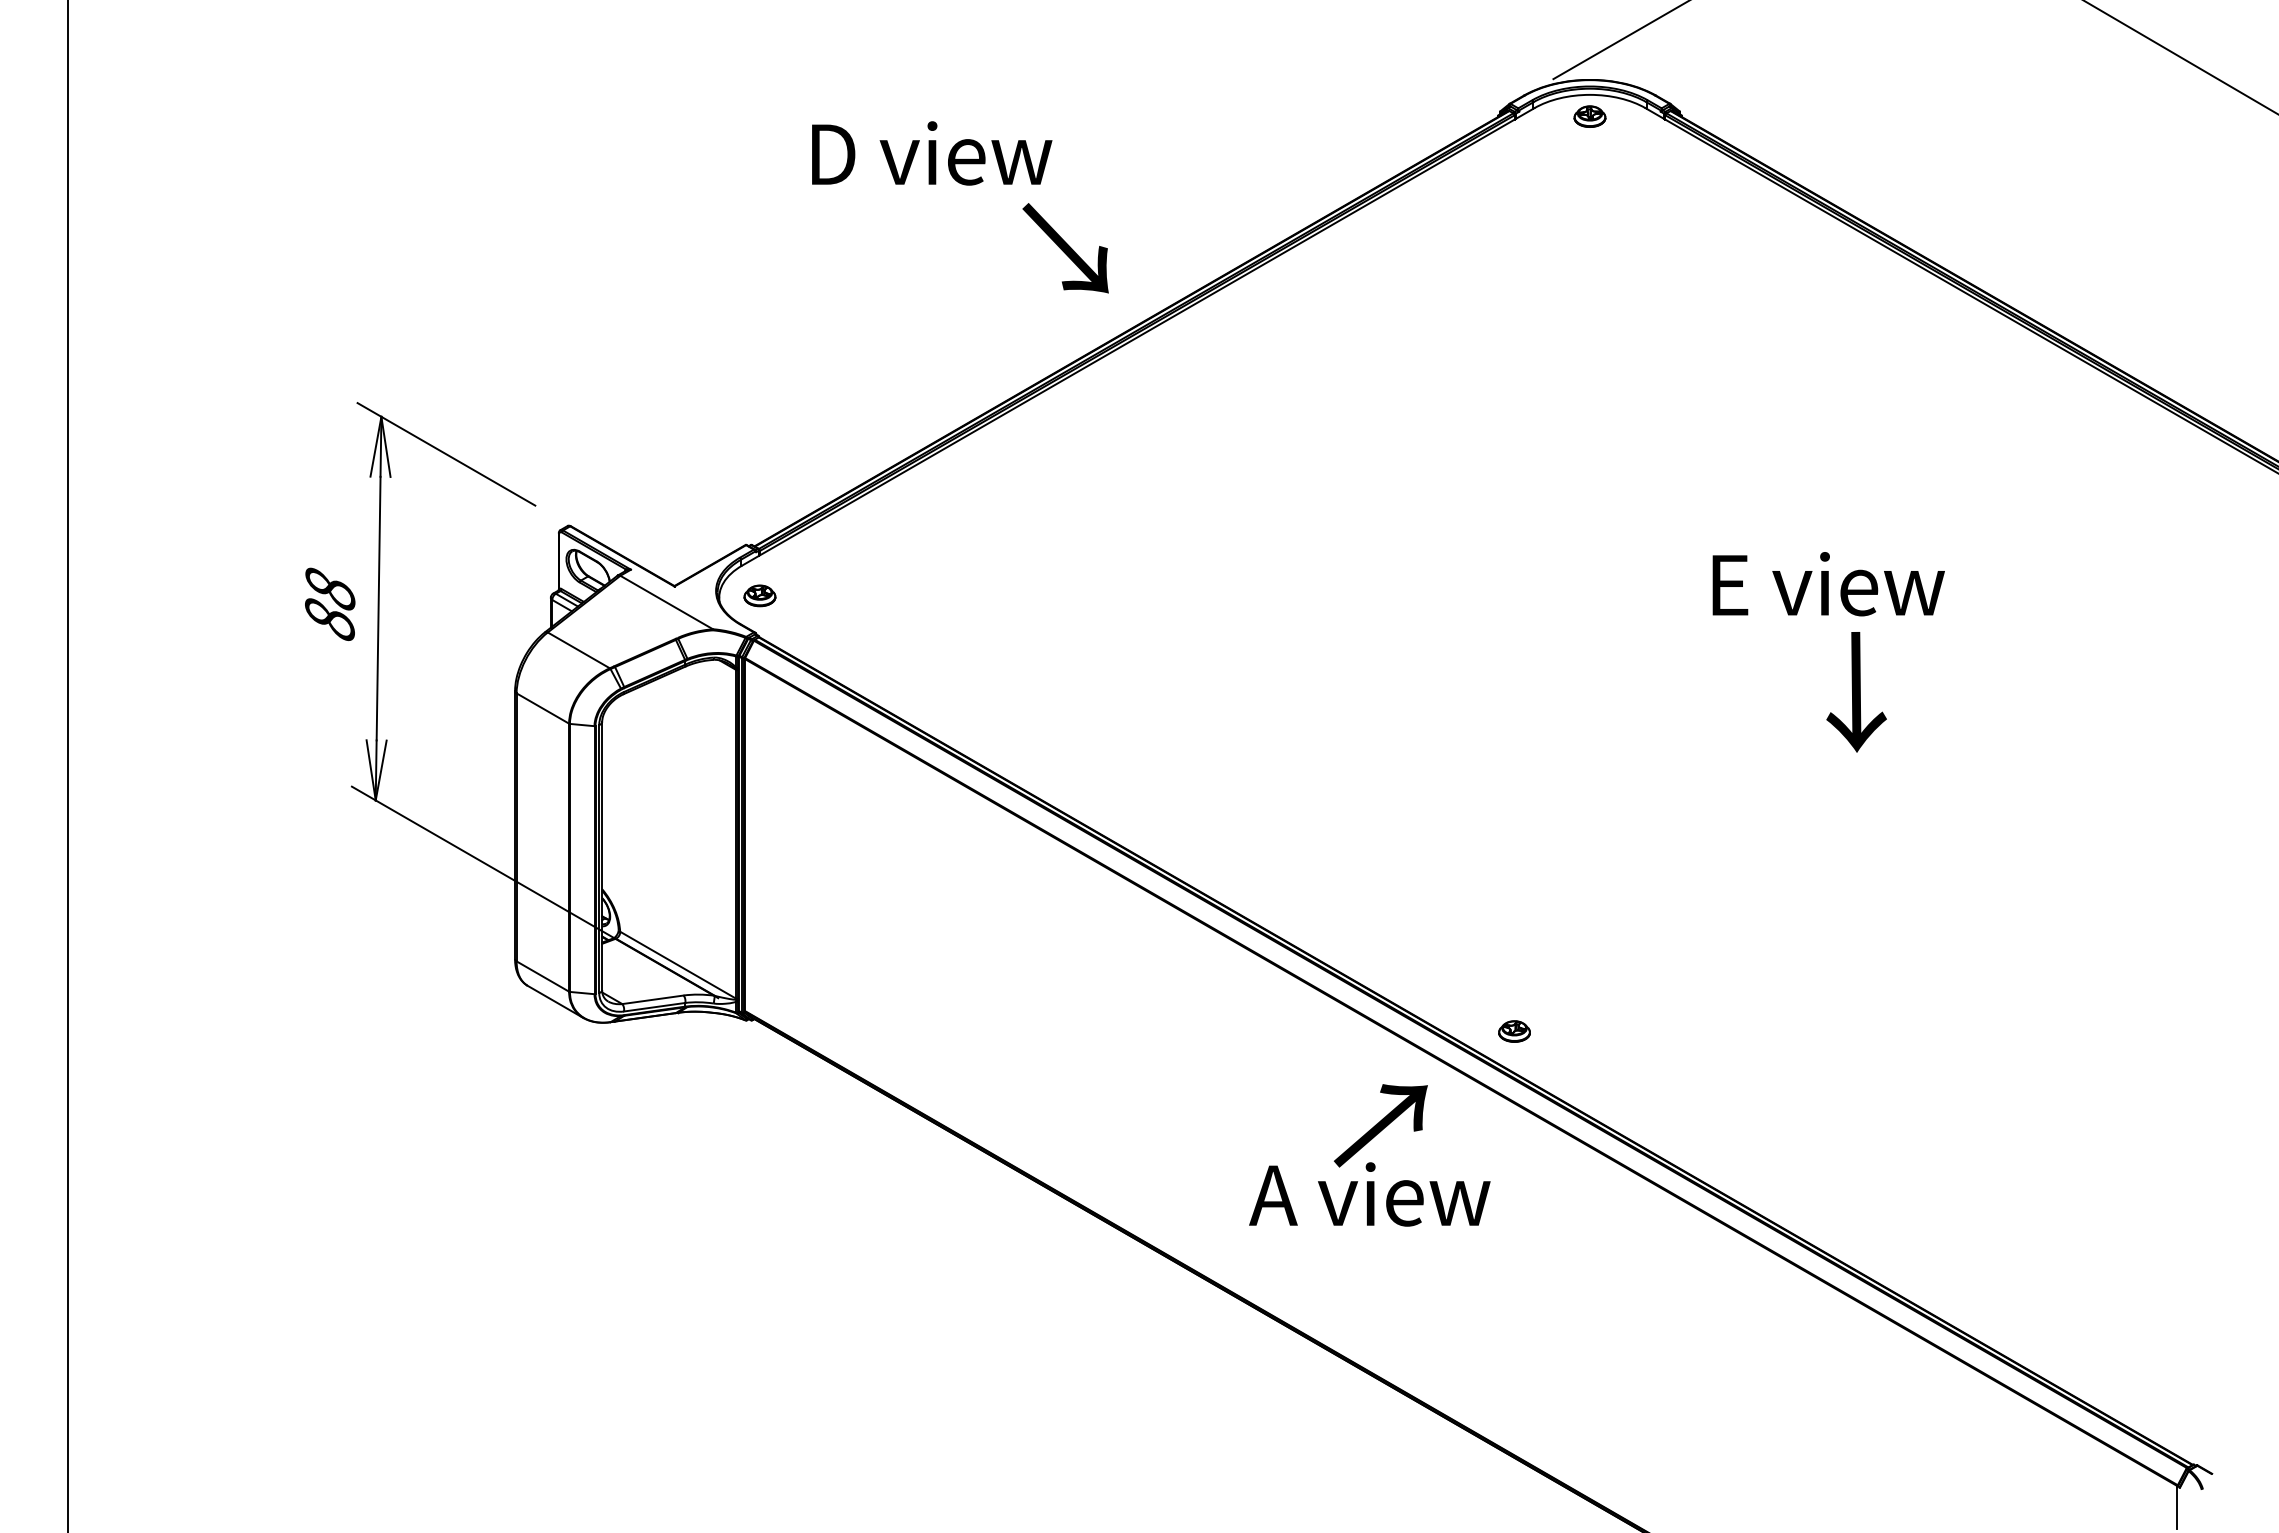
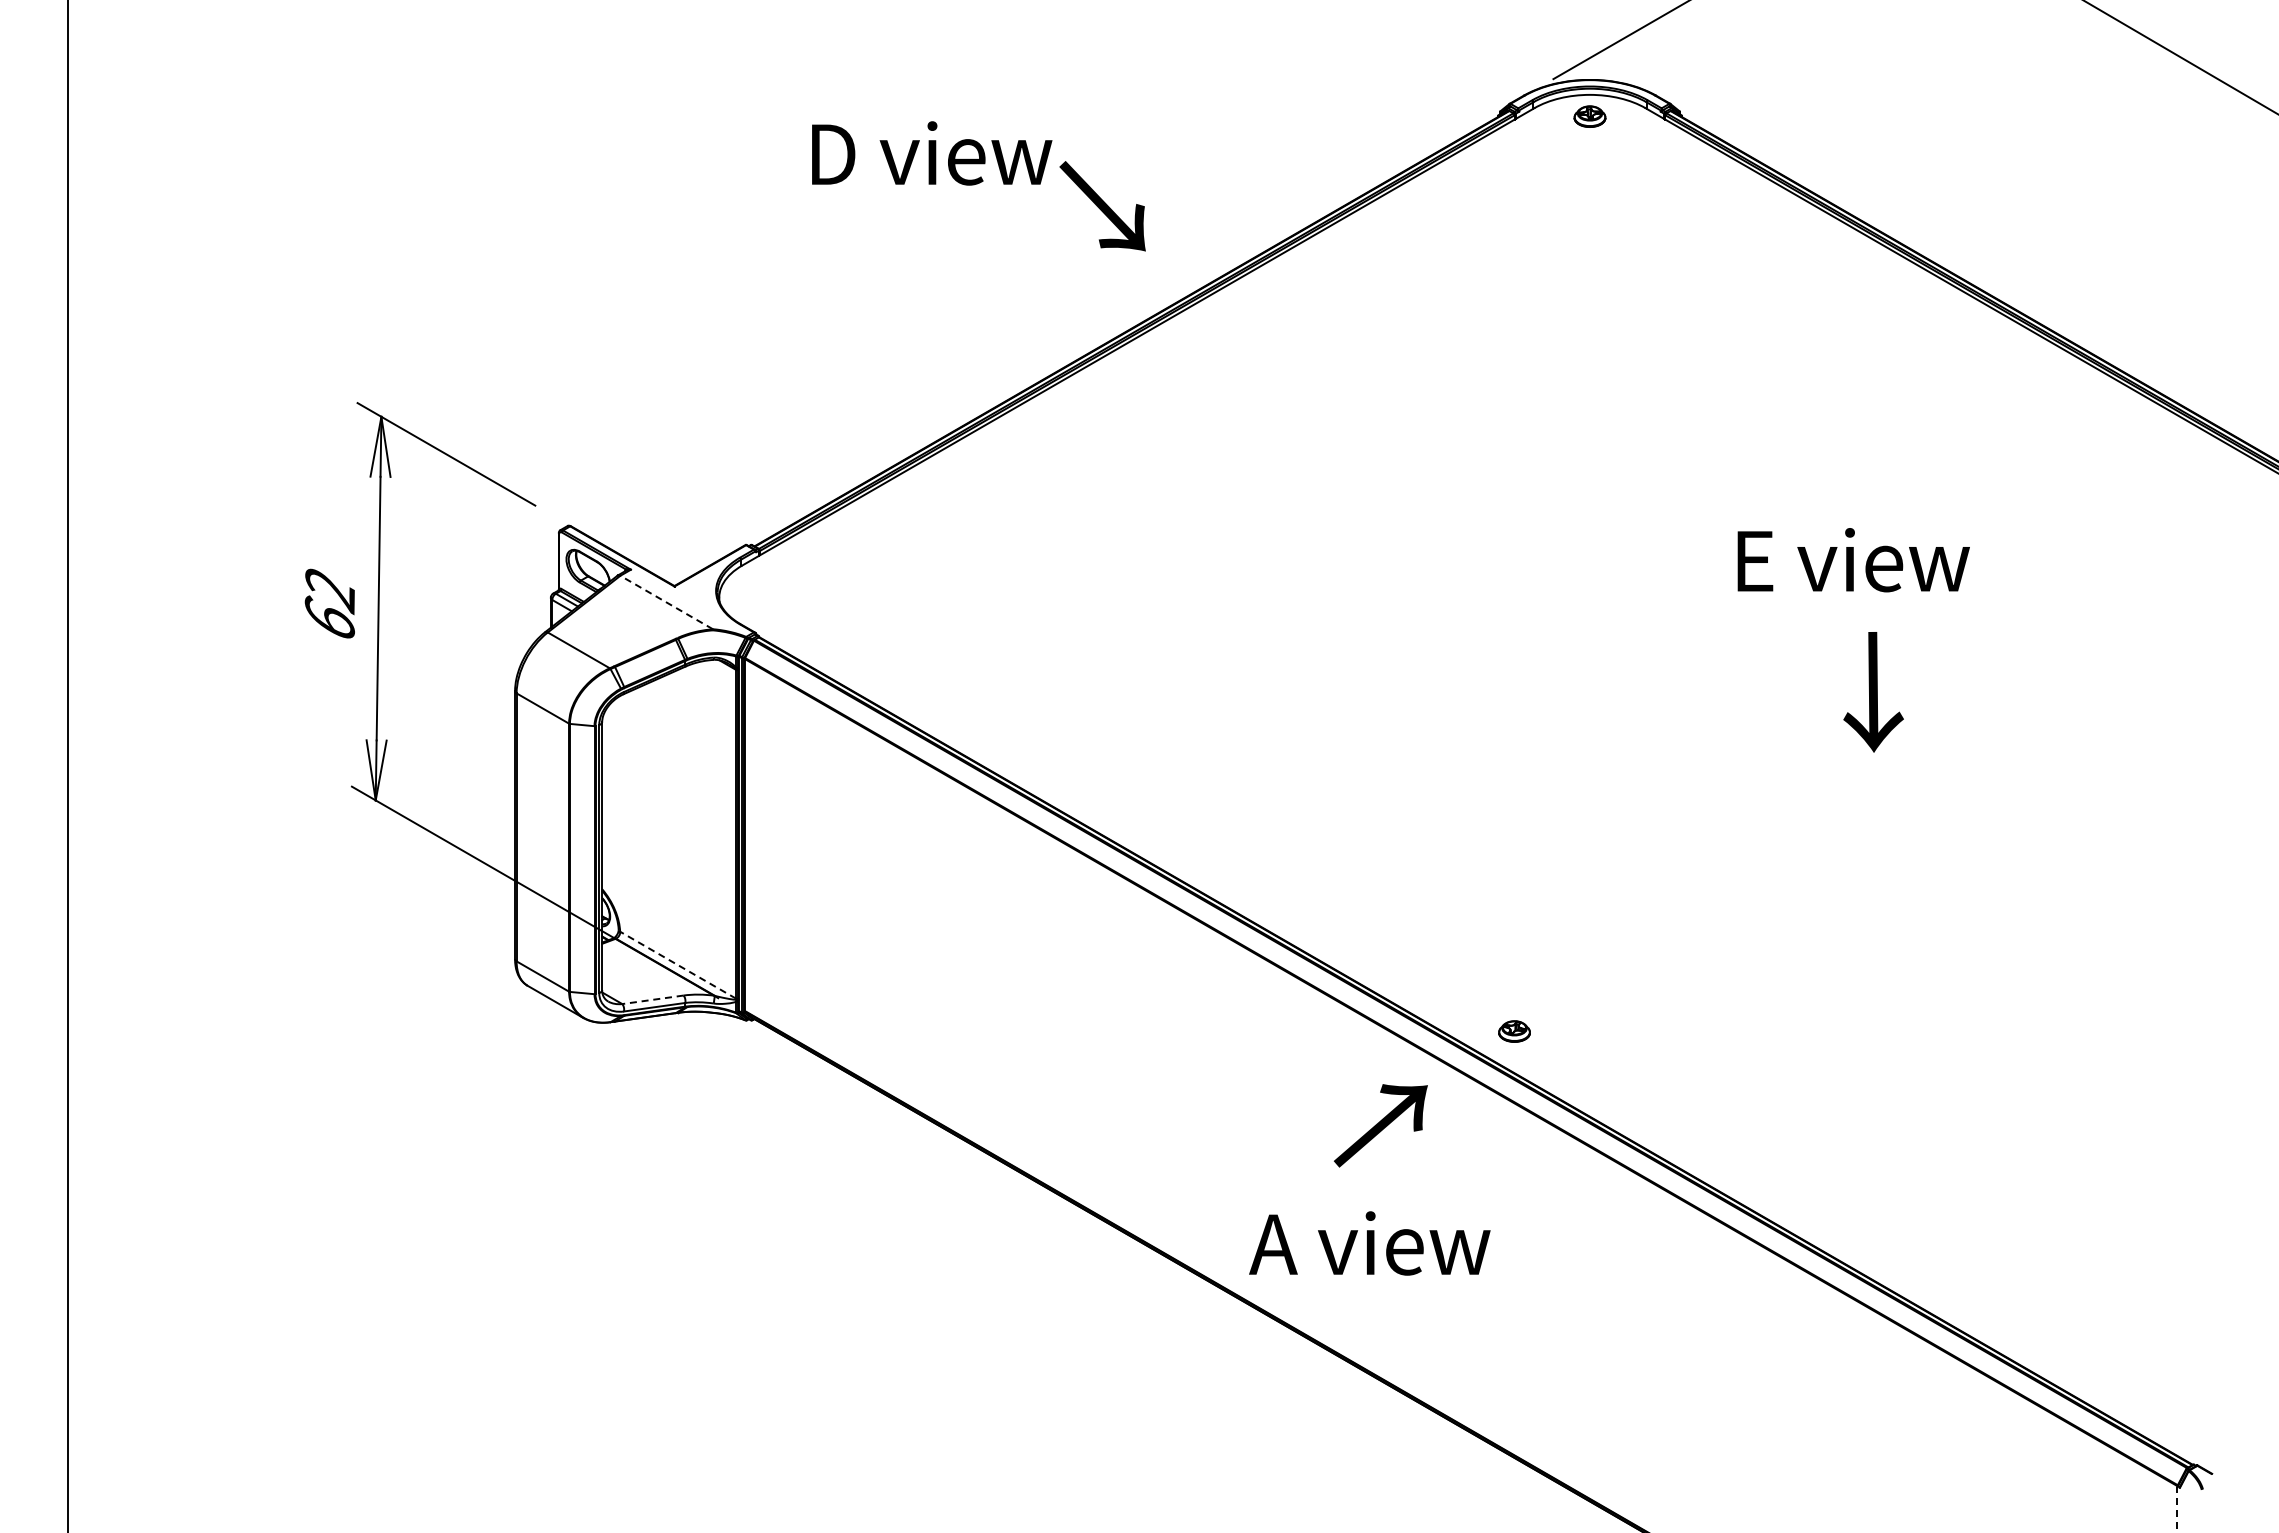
text at (1065, 248) position: (1065, 248) -> (1102, 206)
text at (1828, 584) position: (1828, 584) -> (1853, 560)
part at (759, 595): present -> none
line at (666, 602): solid -> dashed
text at (329, 604): 88 -> 62
text at (1856, 692) position: (1856, 692) -> (1873, 692)
line at (678, 965): solid -> dashed
line at (652, 999): solid -> dashed
text at (1369, 1194) position: (1369, 1194) -> (1369, 1243)
line at (2177, 1507): solid -> dashed
